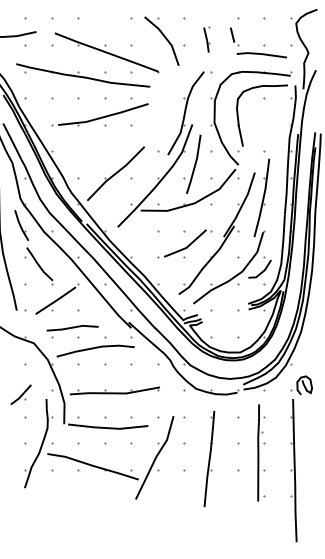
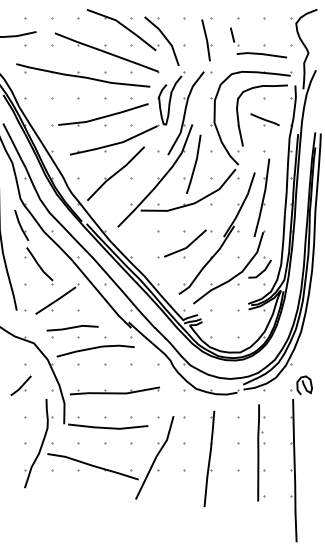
part at (122, 30): none -> present
part at (206, 39) size: 8x27 px -> 12x45 px
part at (264, 119): none -> present
part at (136, 134): none -> present
part at (20, 394) position: (20, 394) -> (20, 385)
